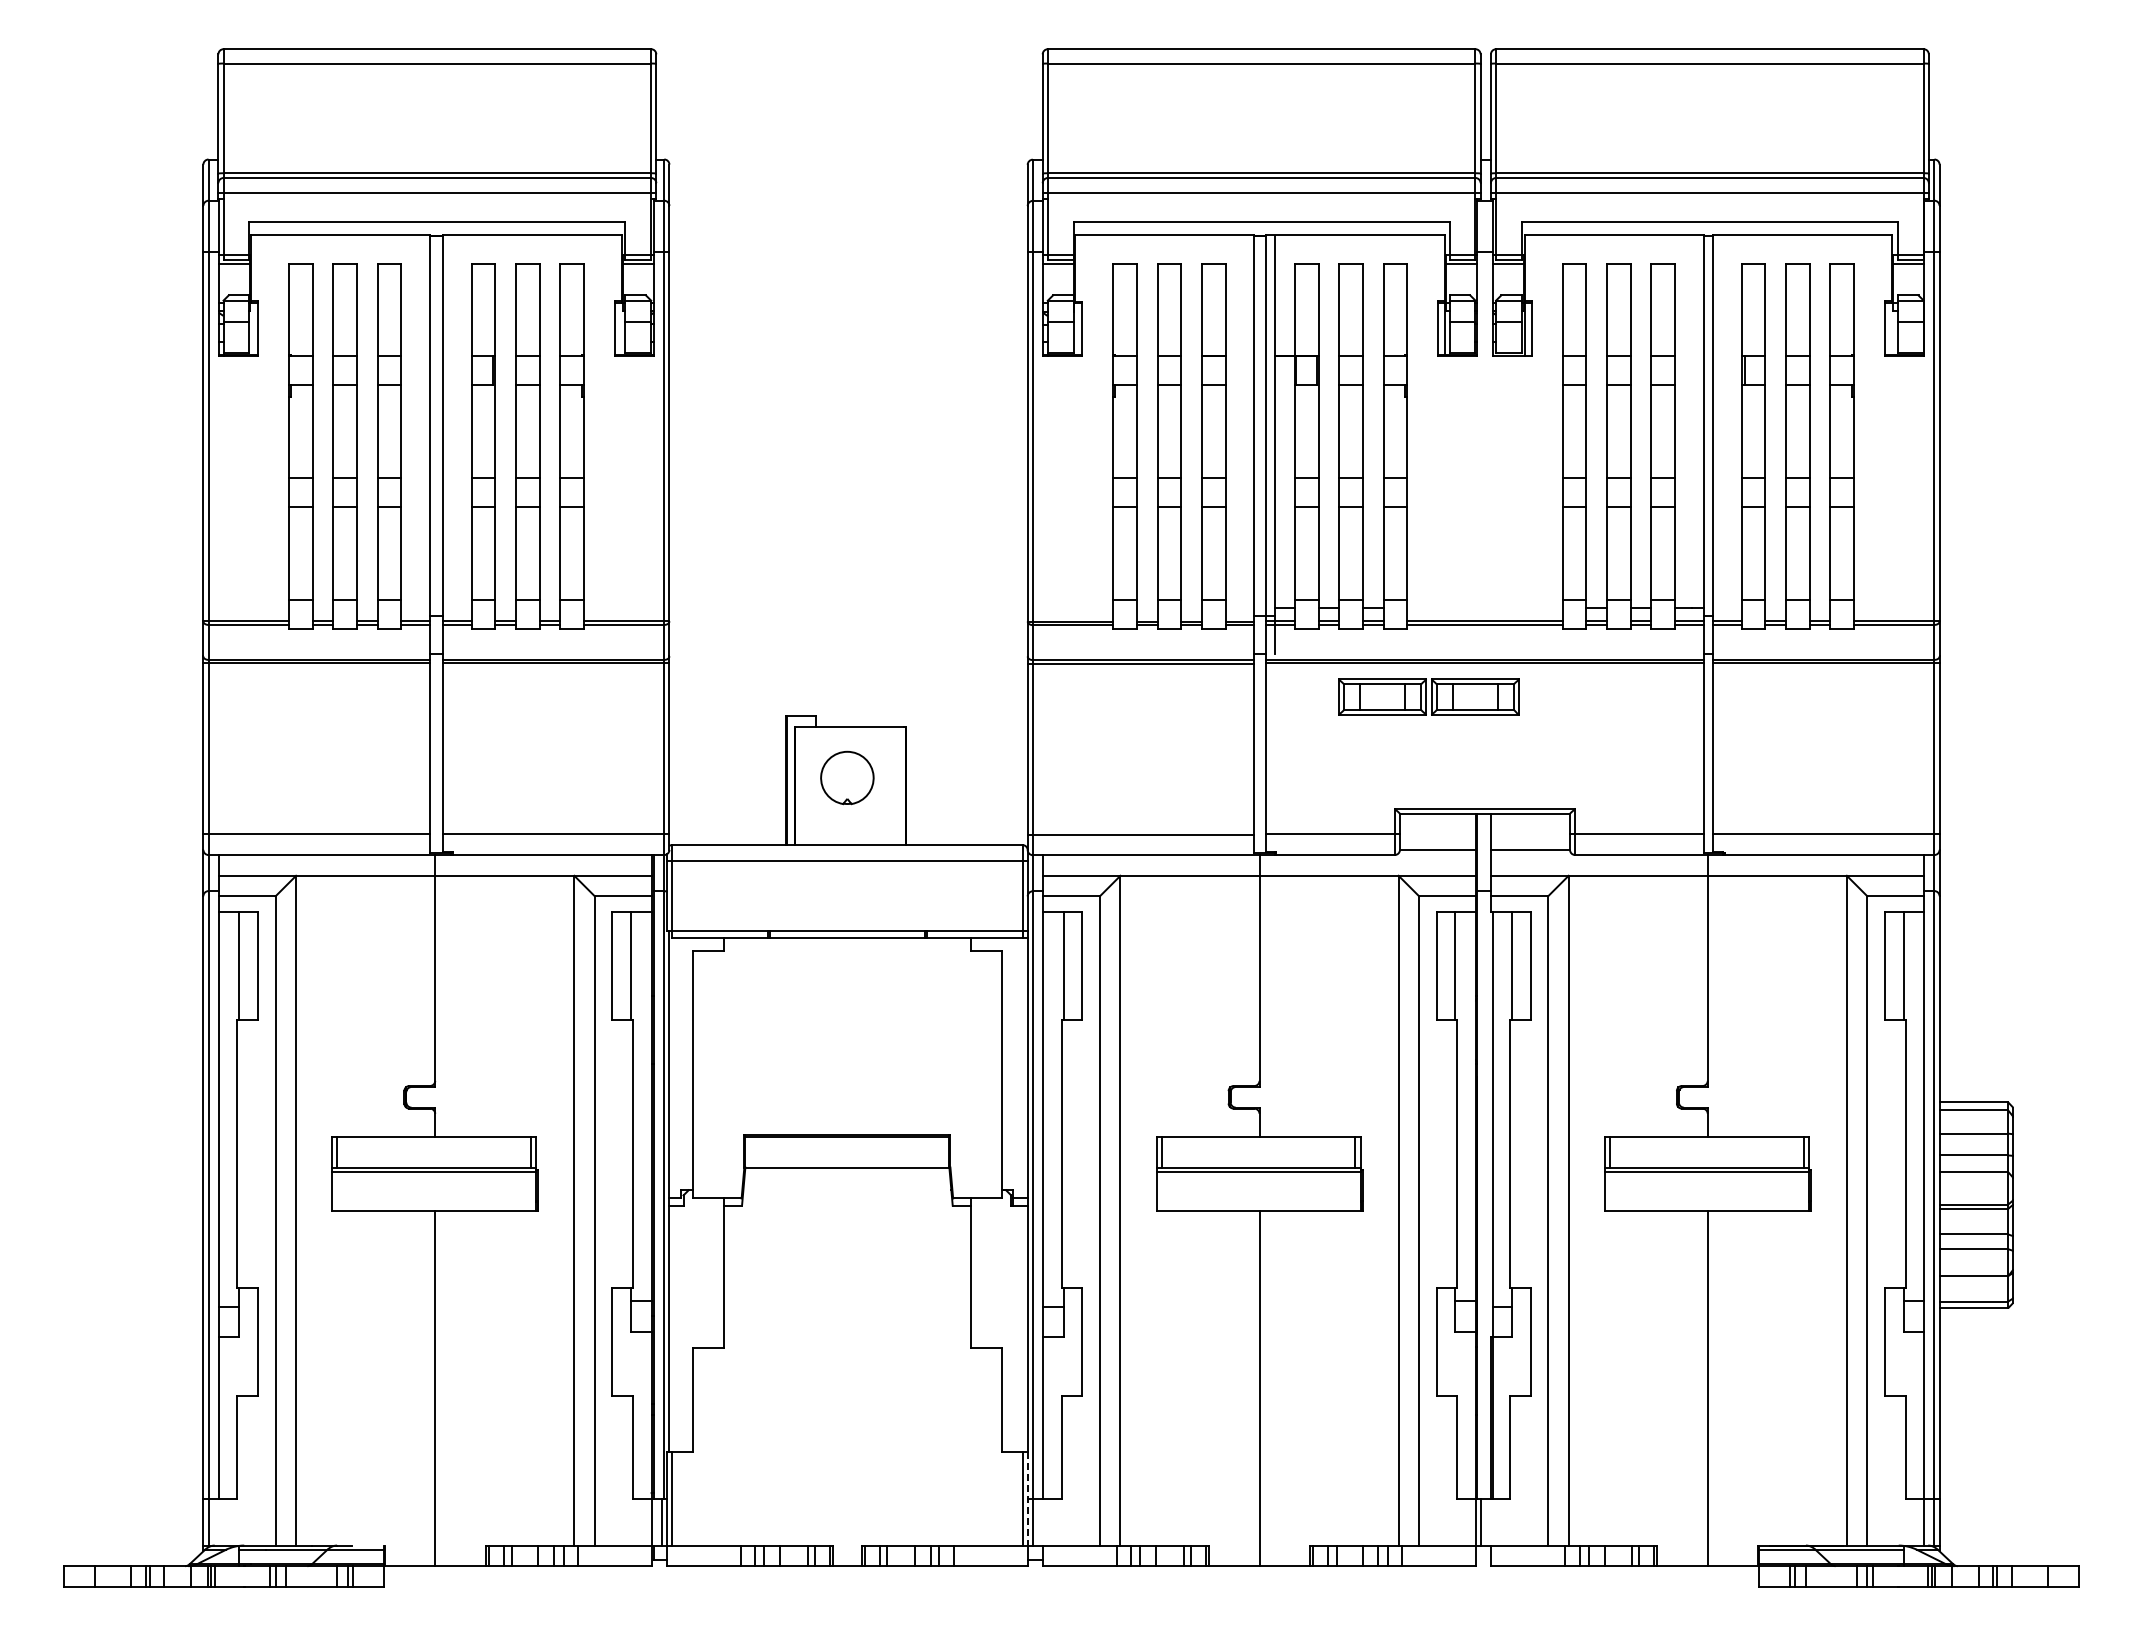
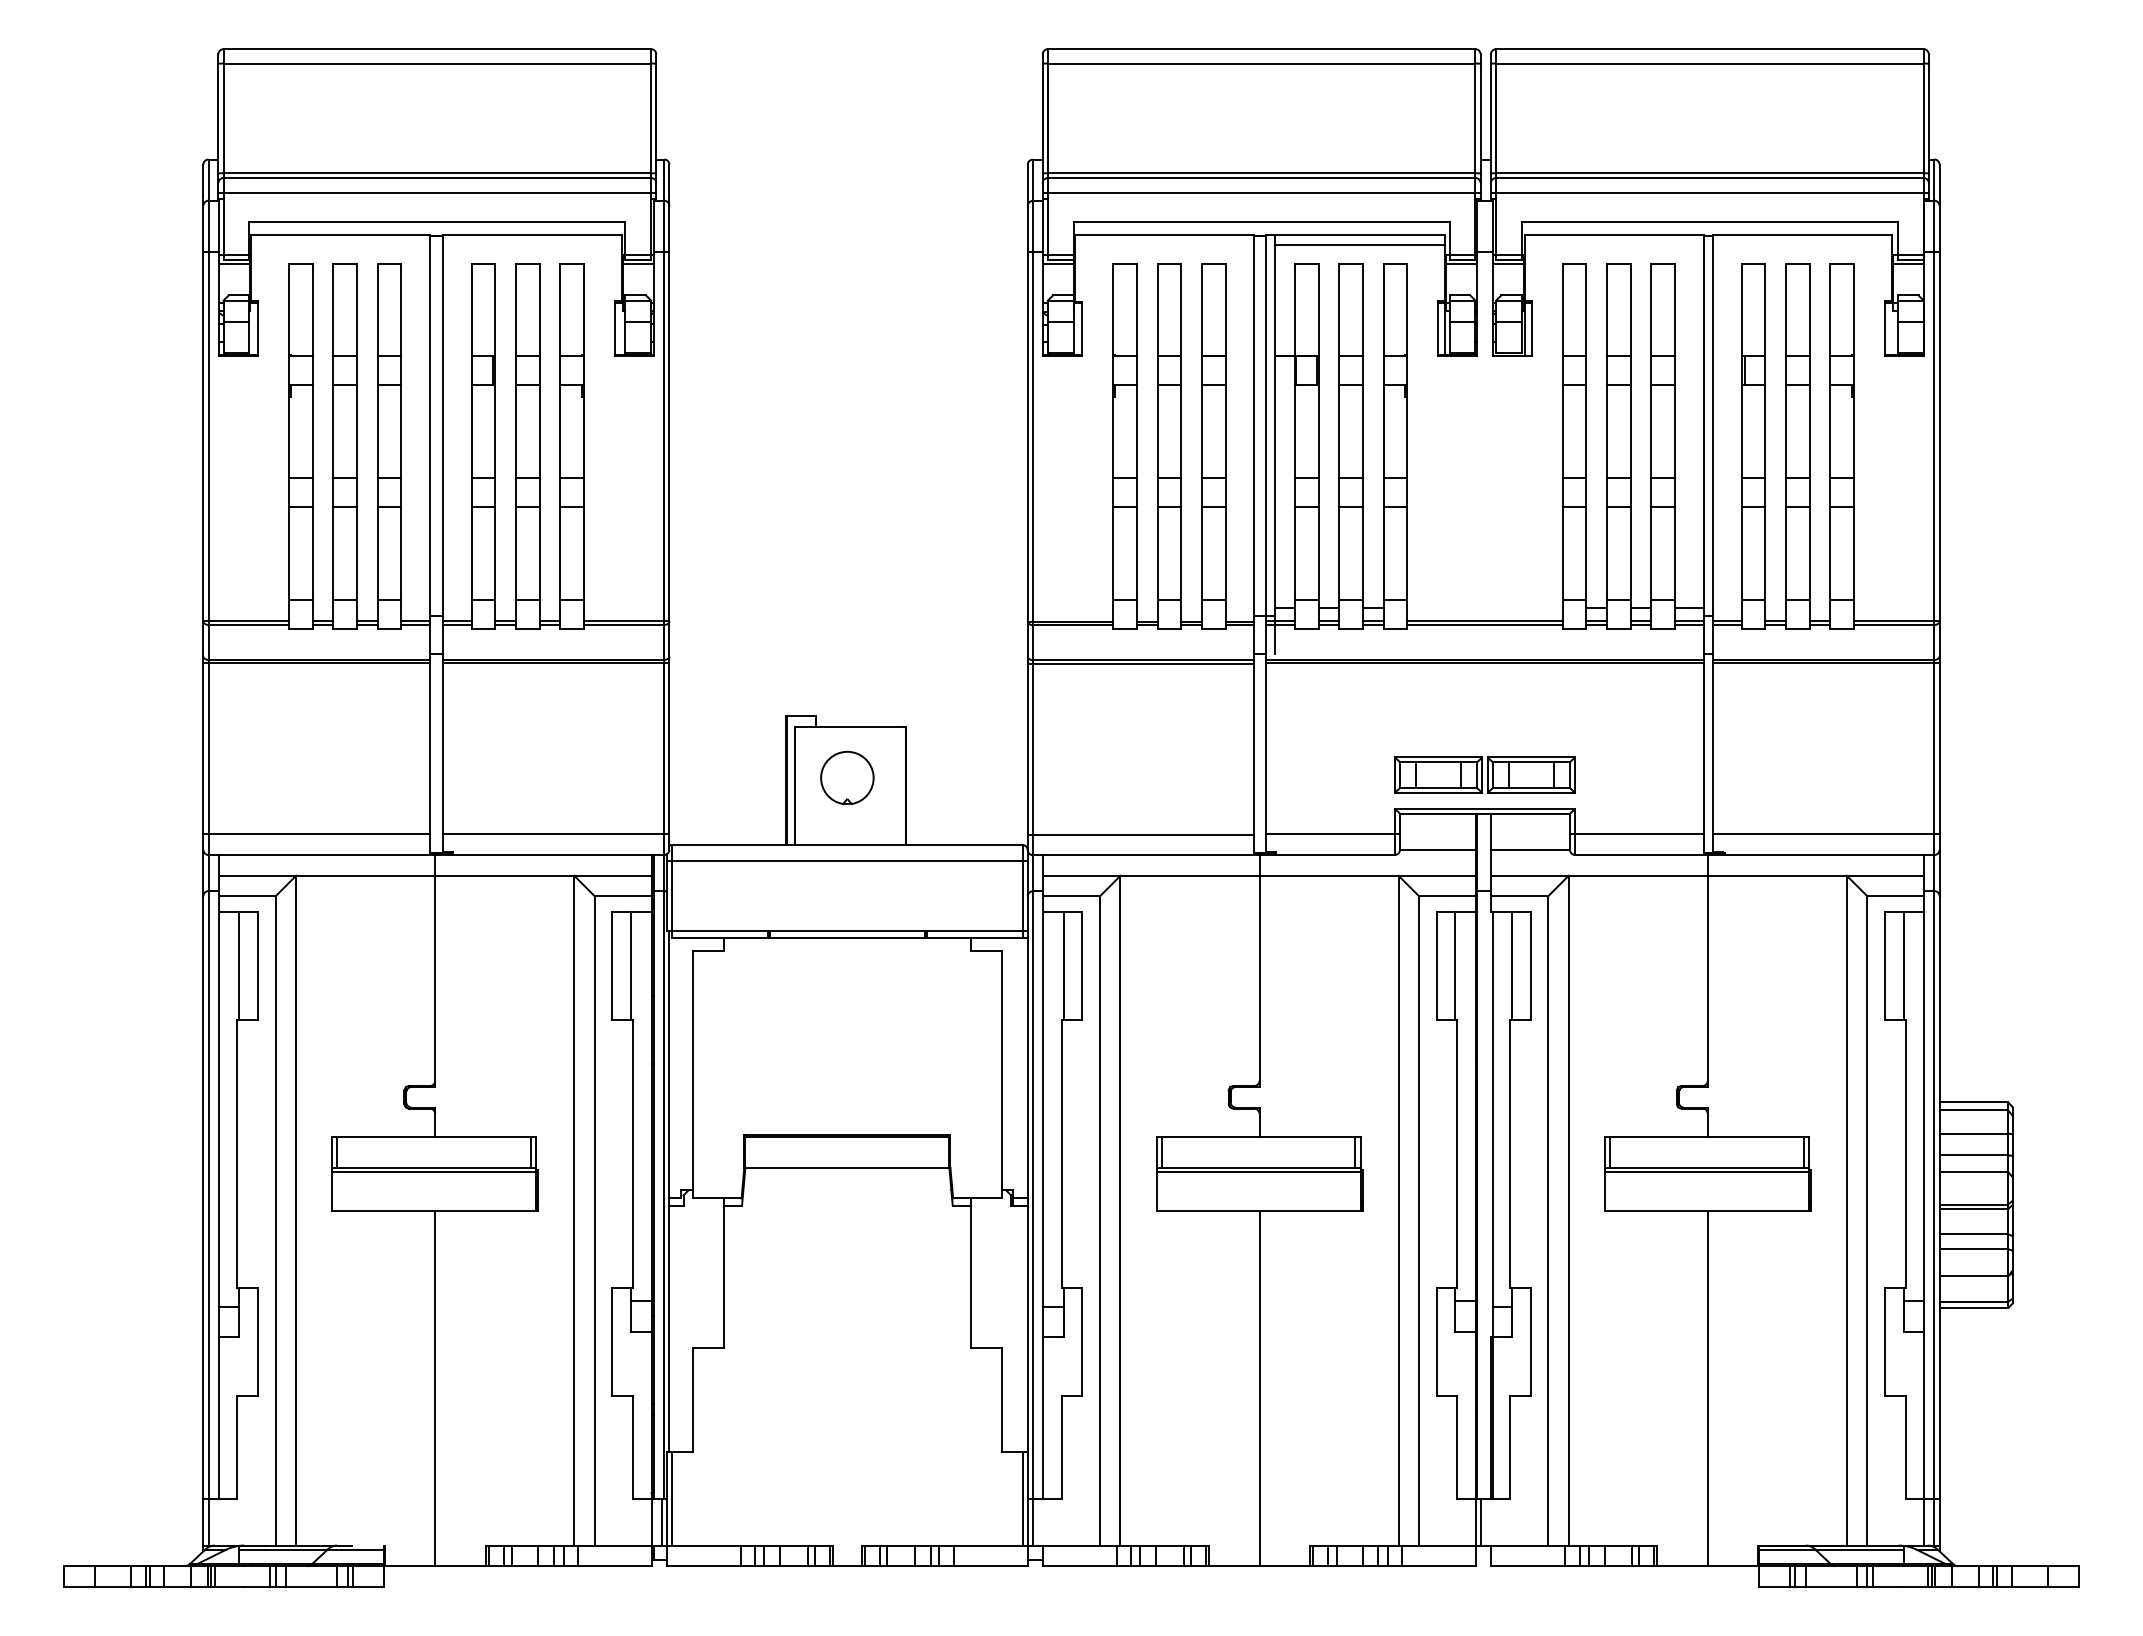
line at (1360, 245): none -> present
part at (1428, 696) position: (1428, 696) -> (1484, 774)
line at (1027, 1499): dashed -> solid
